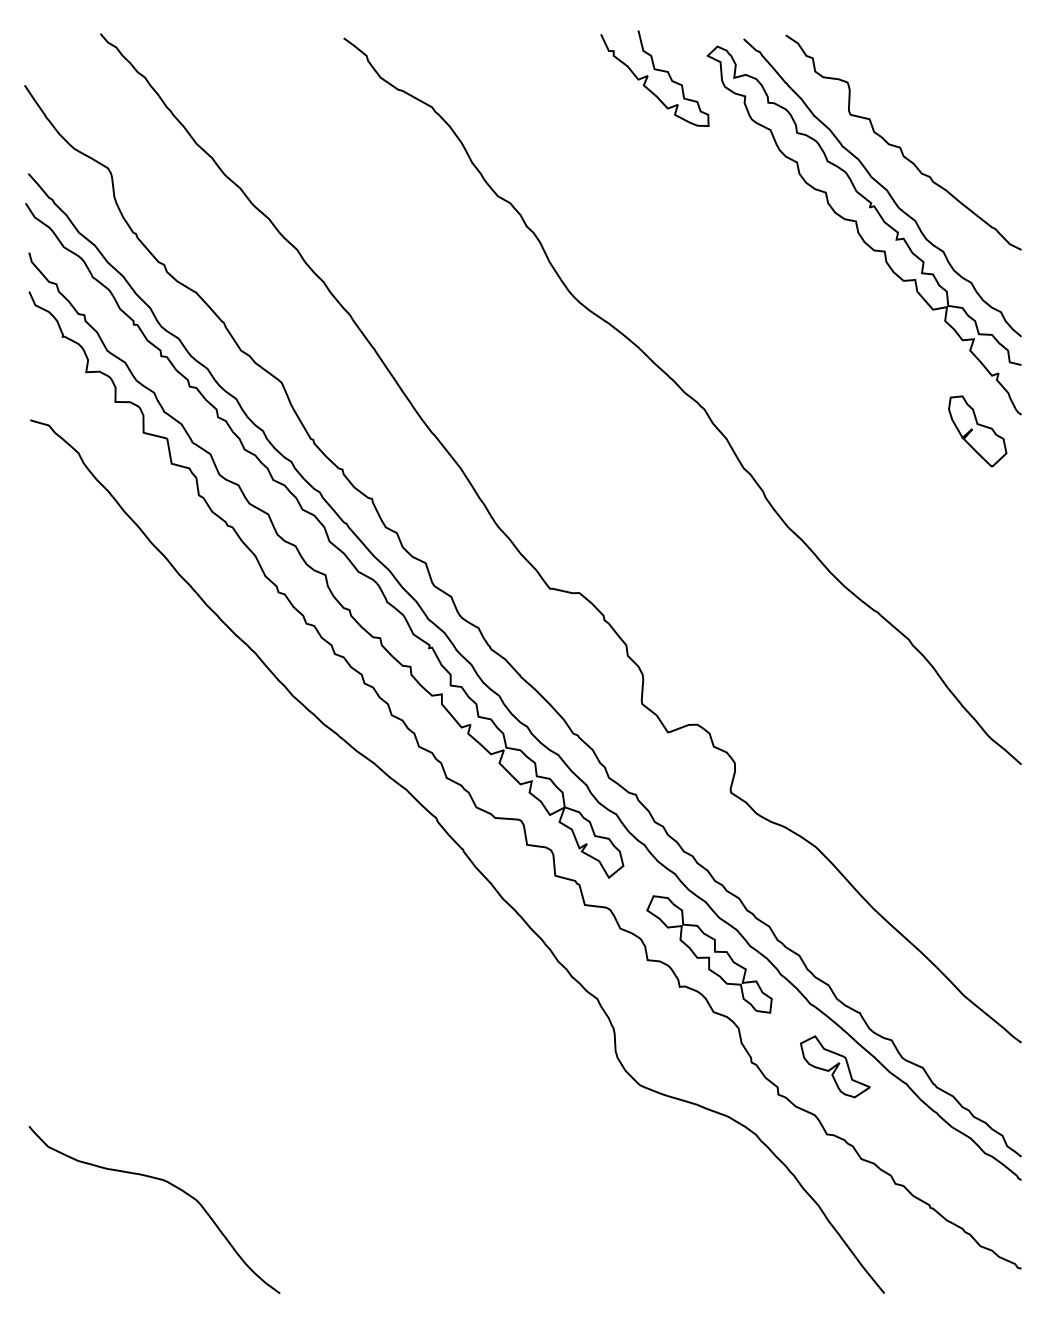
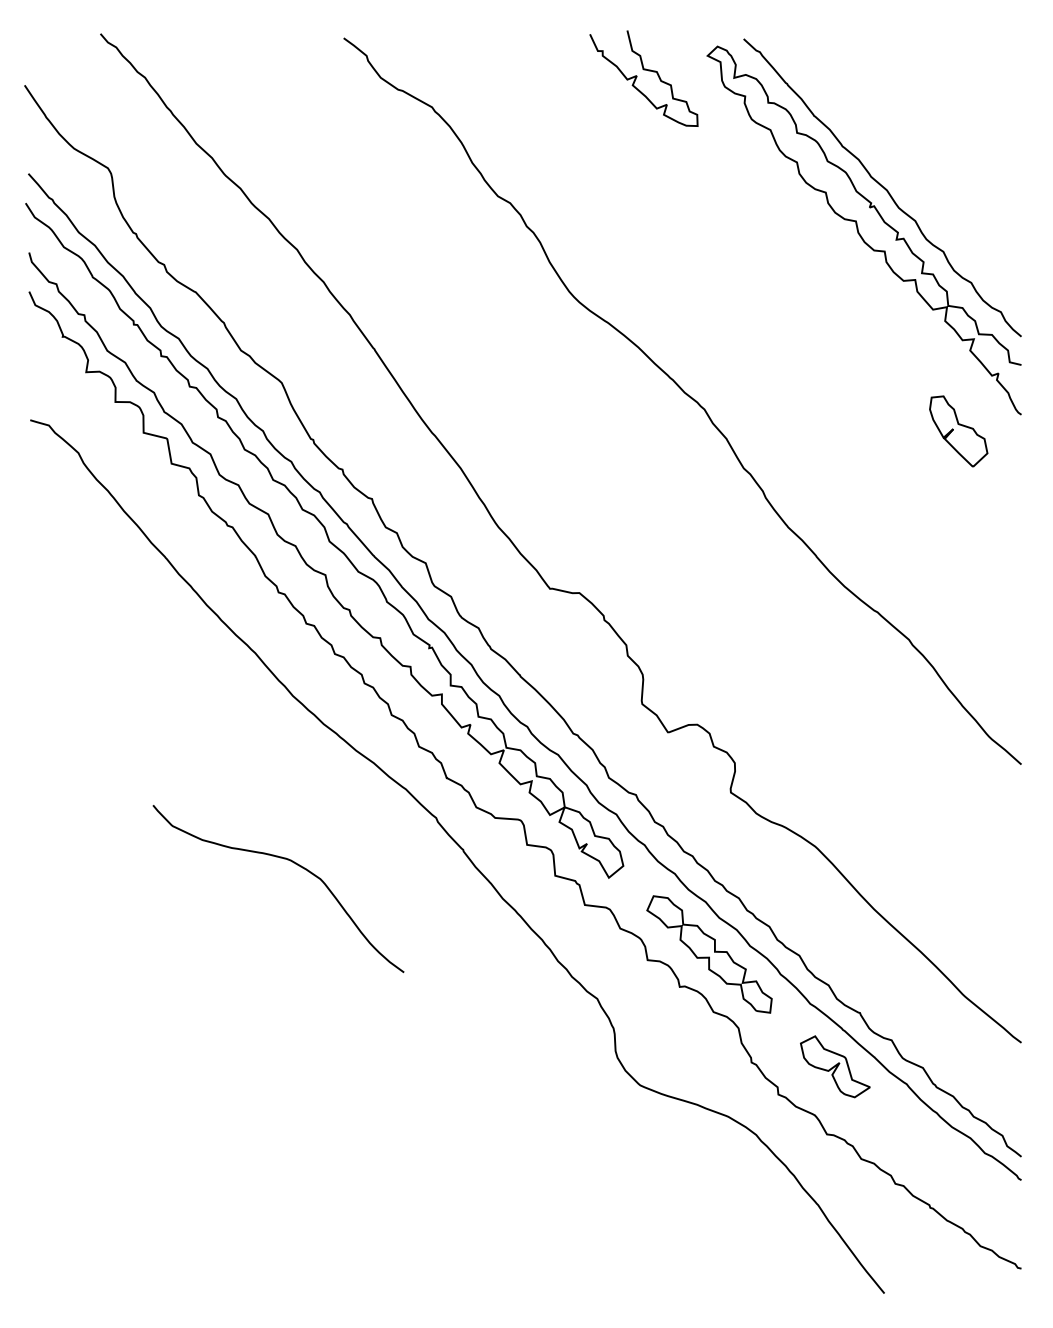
curve at (648, 77) position: (648, 77) -> (637, 77)
curve at (900, 146): present -> none
part at (977, 431) position: (977, 431) -> (958, 431)
curve at (169, 1184) position: (169, 1184) -> (293, 863)
